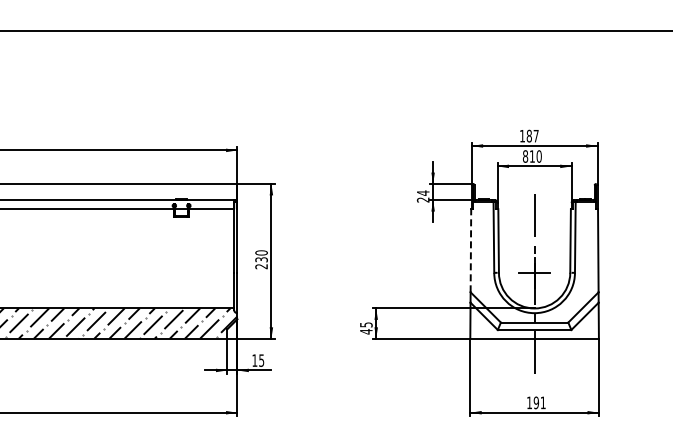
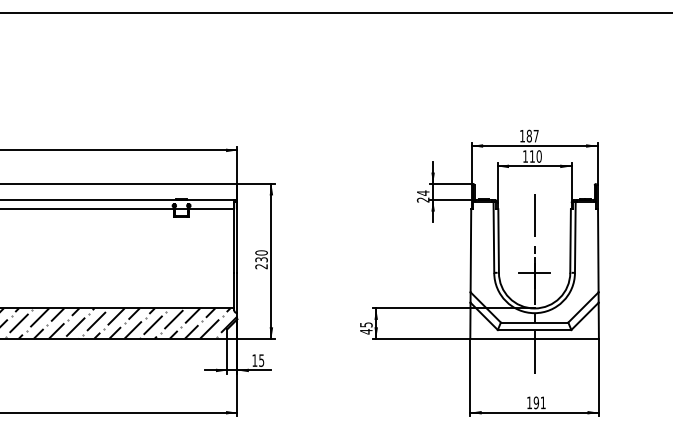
line at (335, 30) position: (335, 30) -> (335, 12)
text at (525, 156): 810 -> 110
line at (470, 250): dashed -> solid
